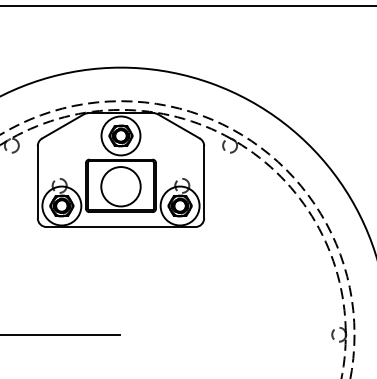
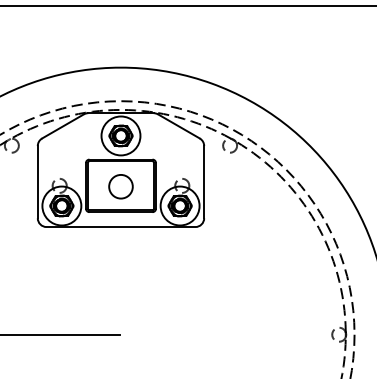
circle at (120, 186) diameter: 39 px -> 24 px
